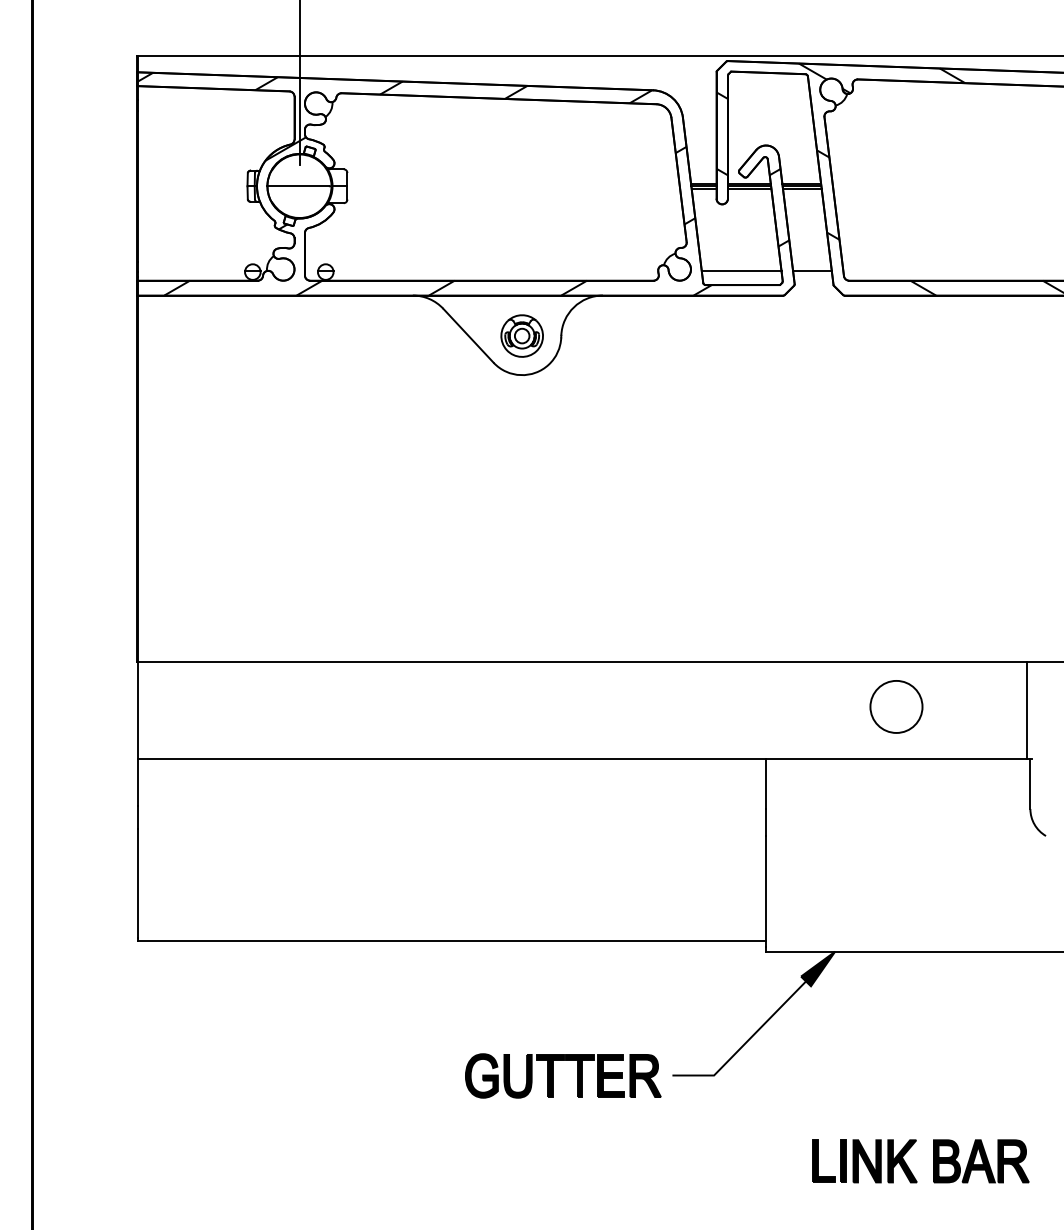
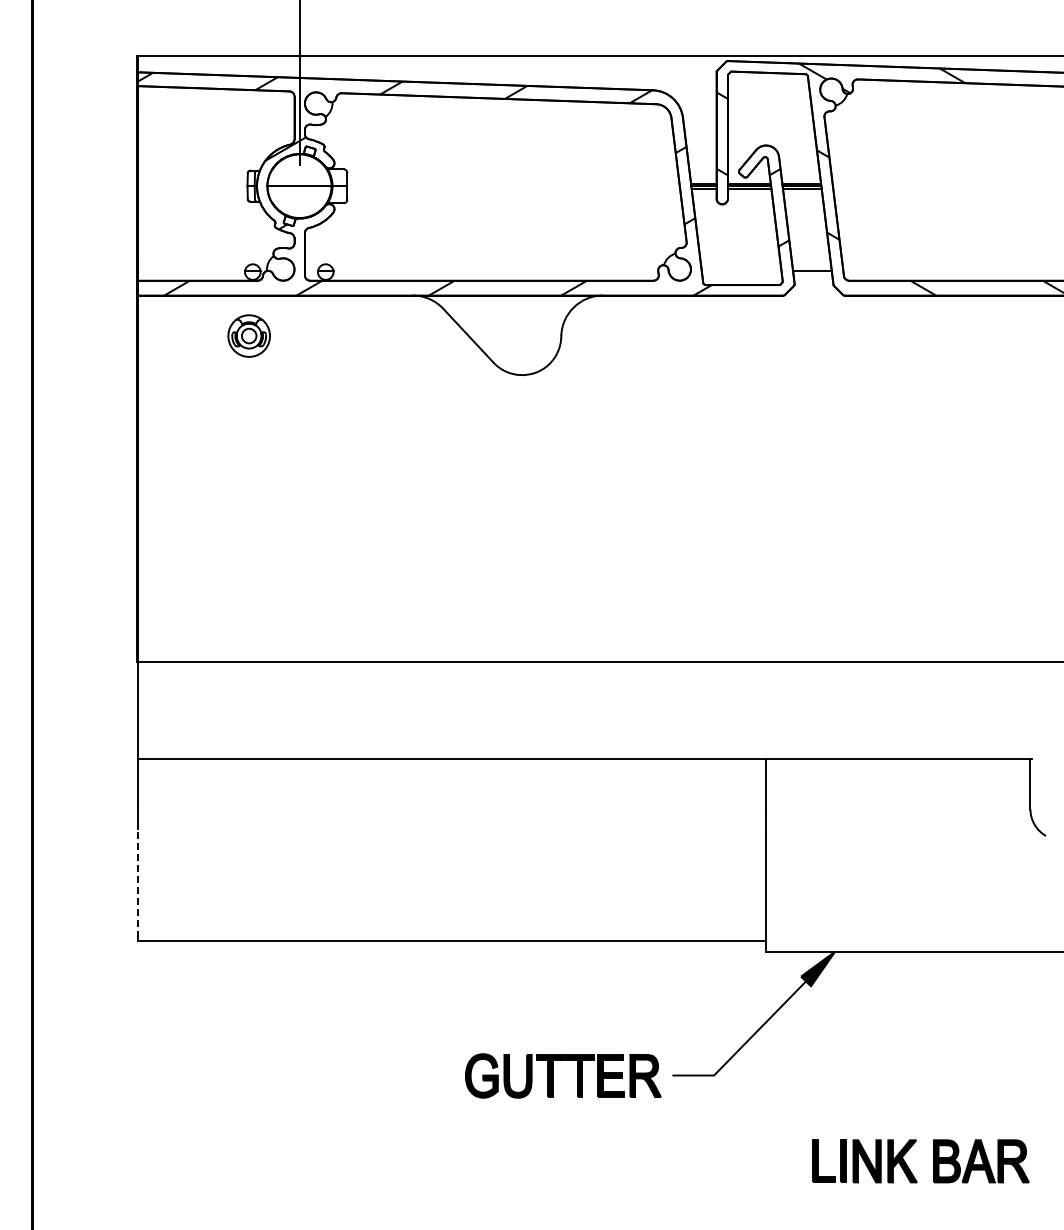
line at (741, 270): present -> none
part at (521, 335) position: (521, 335) -> (248, 335)
circle at (896, 706): present -> none
line at (1026, 710): present -> none
line at (137, 883): solid -> dashed
